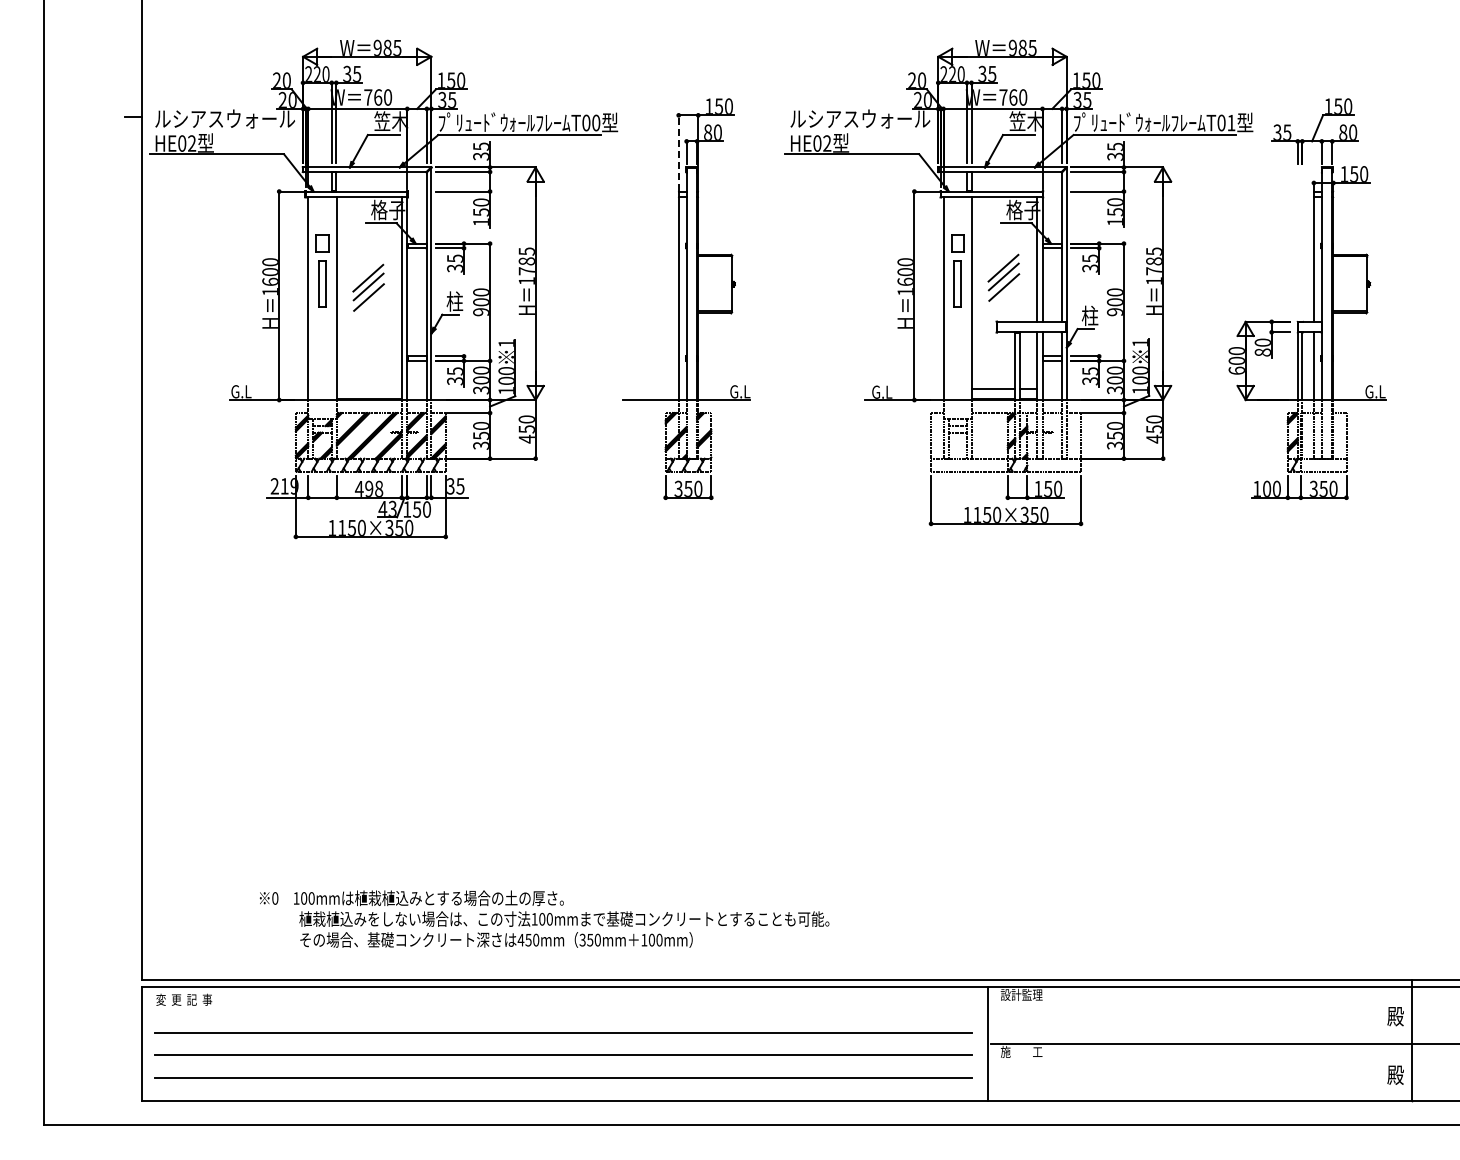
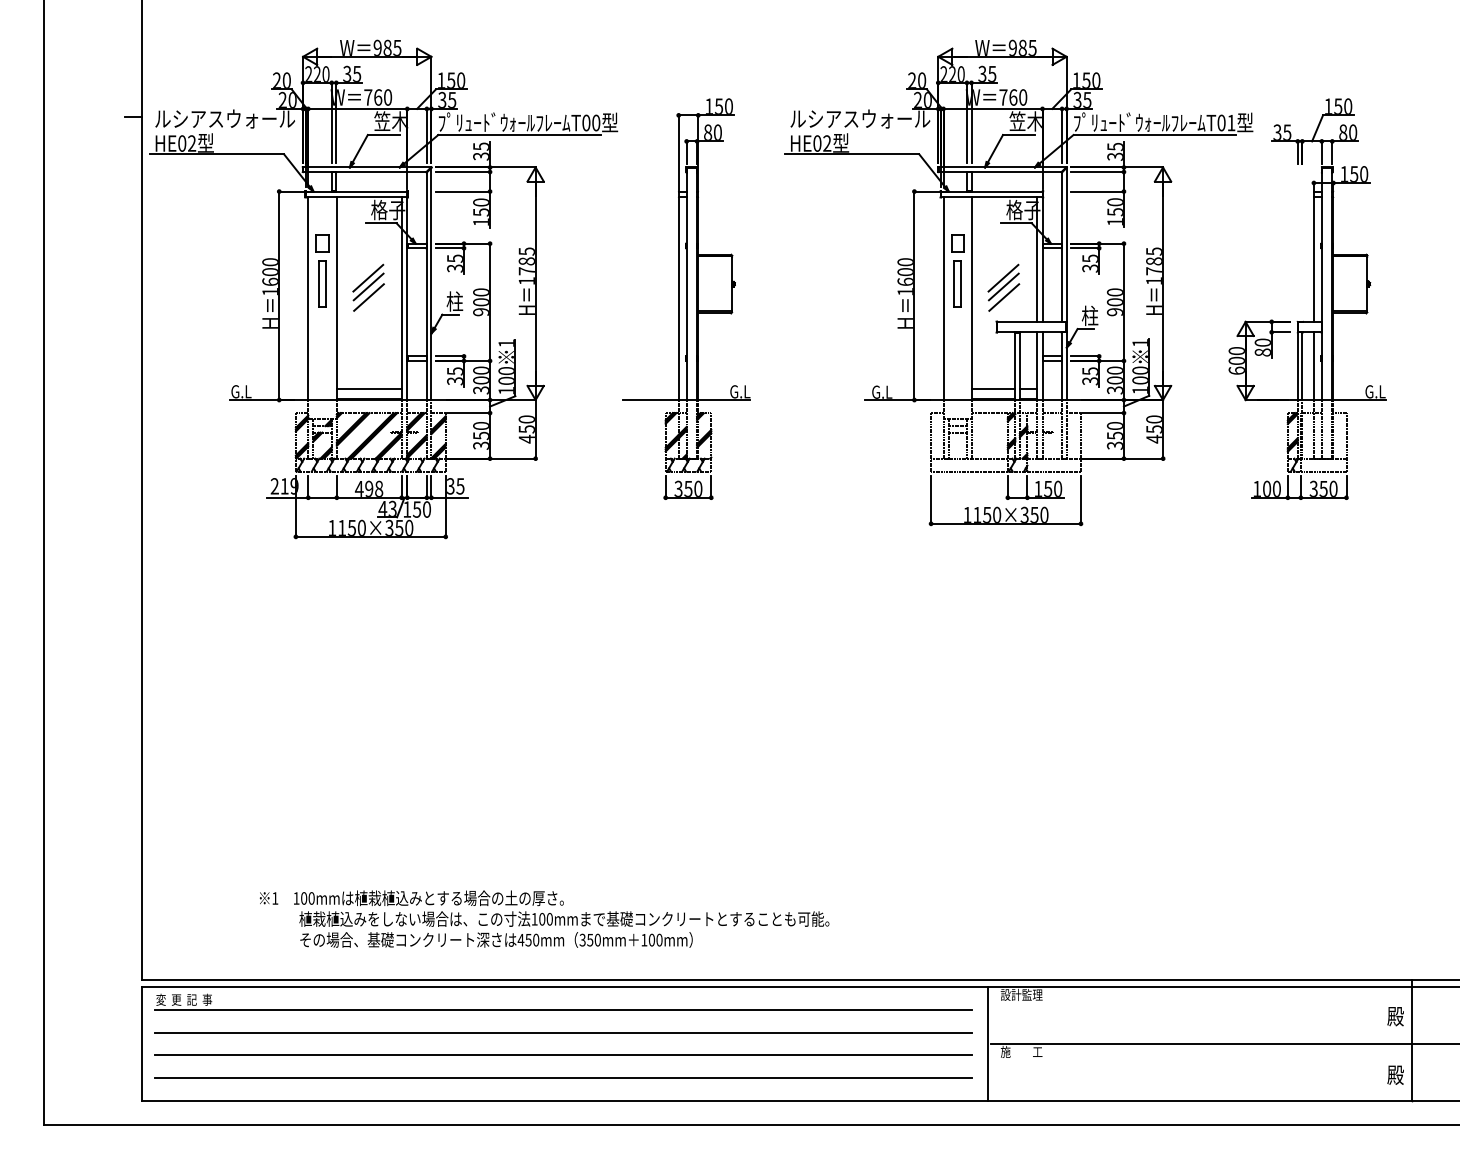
line at (678, 152): dashed -> solid
part at (1003, 277) position: (1003, 277) -> (1003, 287)
line at (368, 388): none -> present
text at (275, 898): 0 -> 1
line at (563, 1009): none -> present
